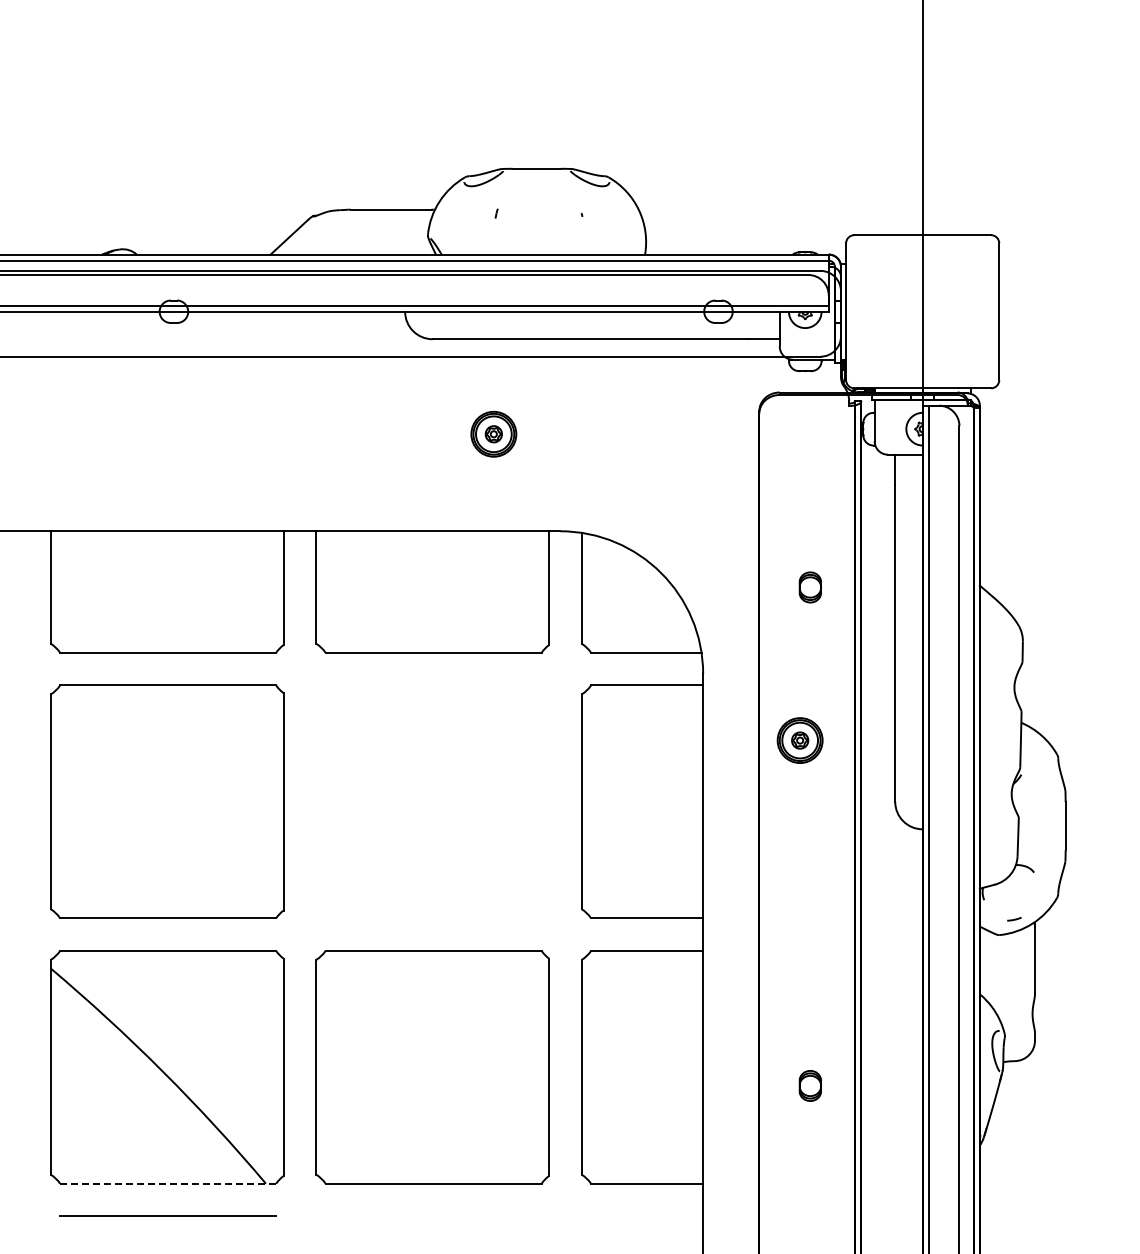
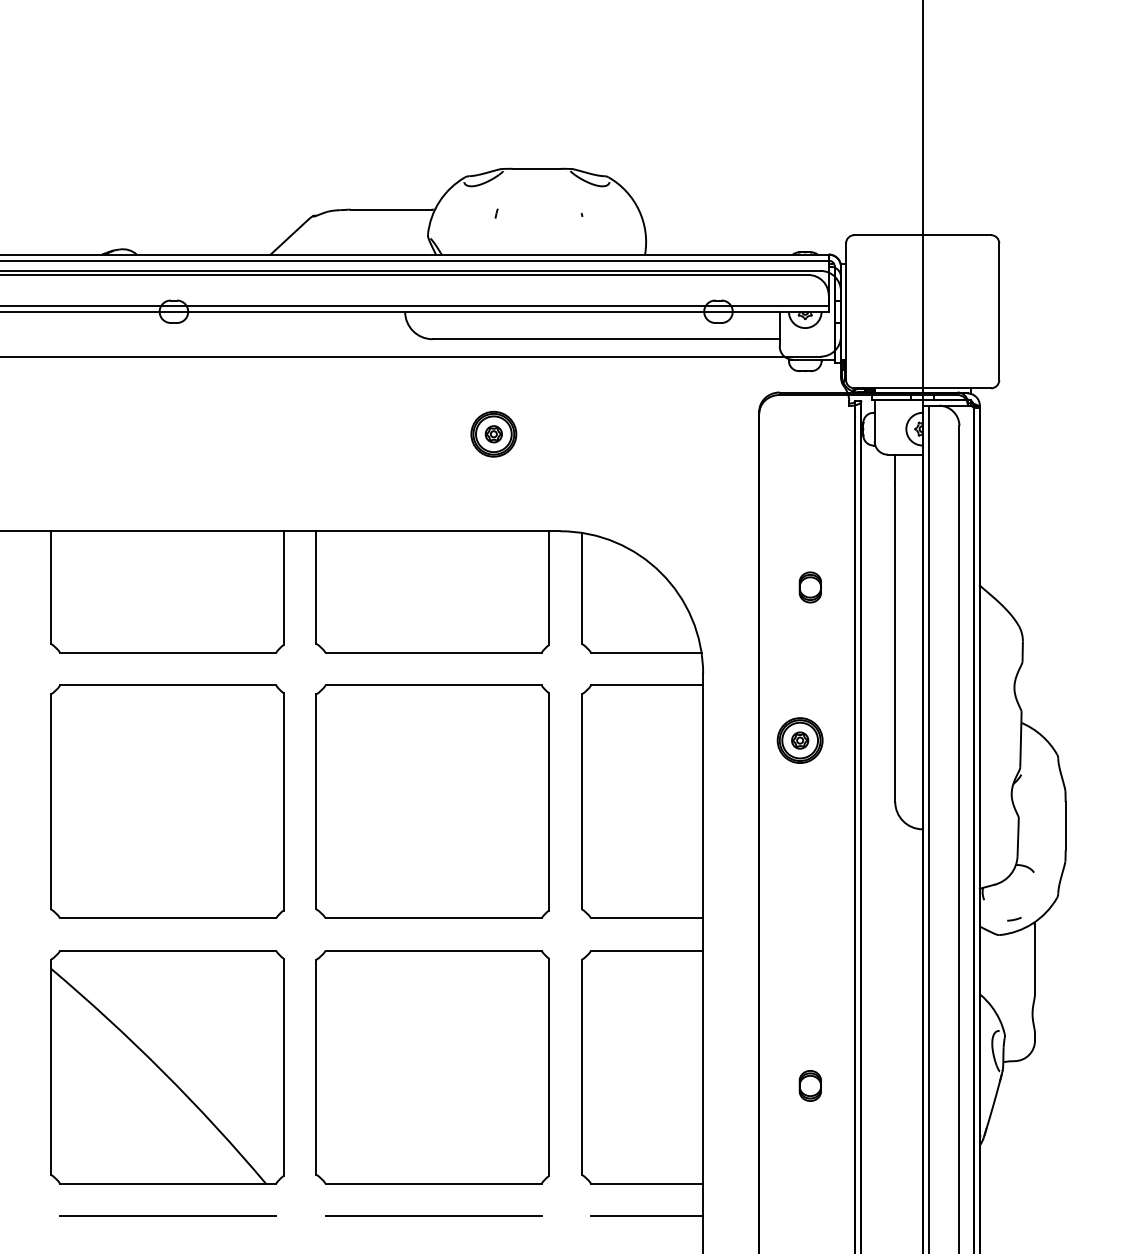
part at (432, 801): none -> present
line at (167, 1183): dashed -> solid
line at (433, 1216): none -> present
line at (647, 1216): none -> present
